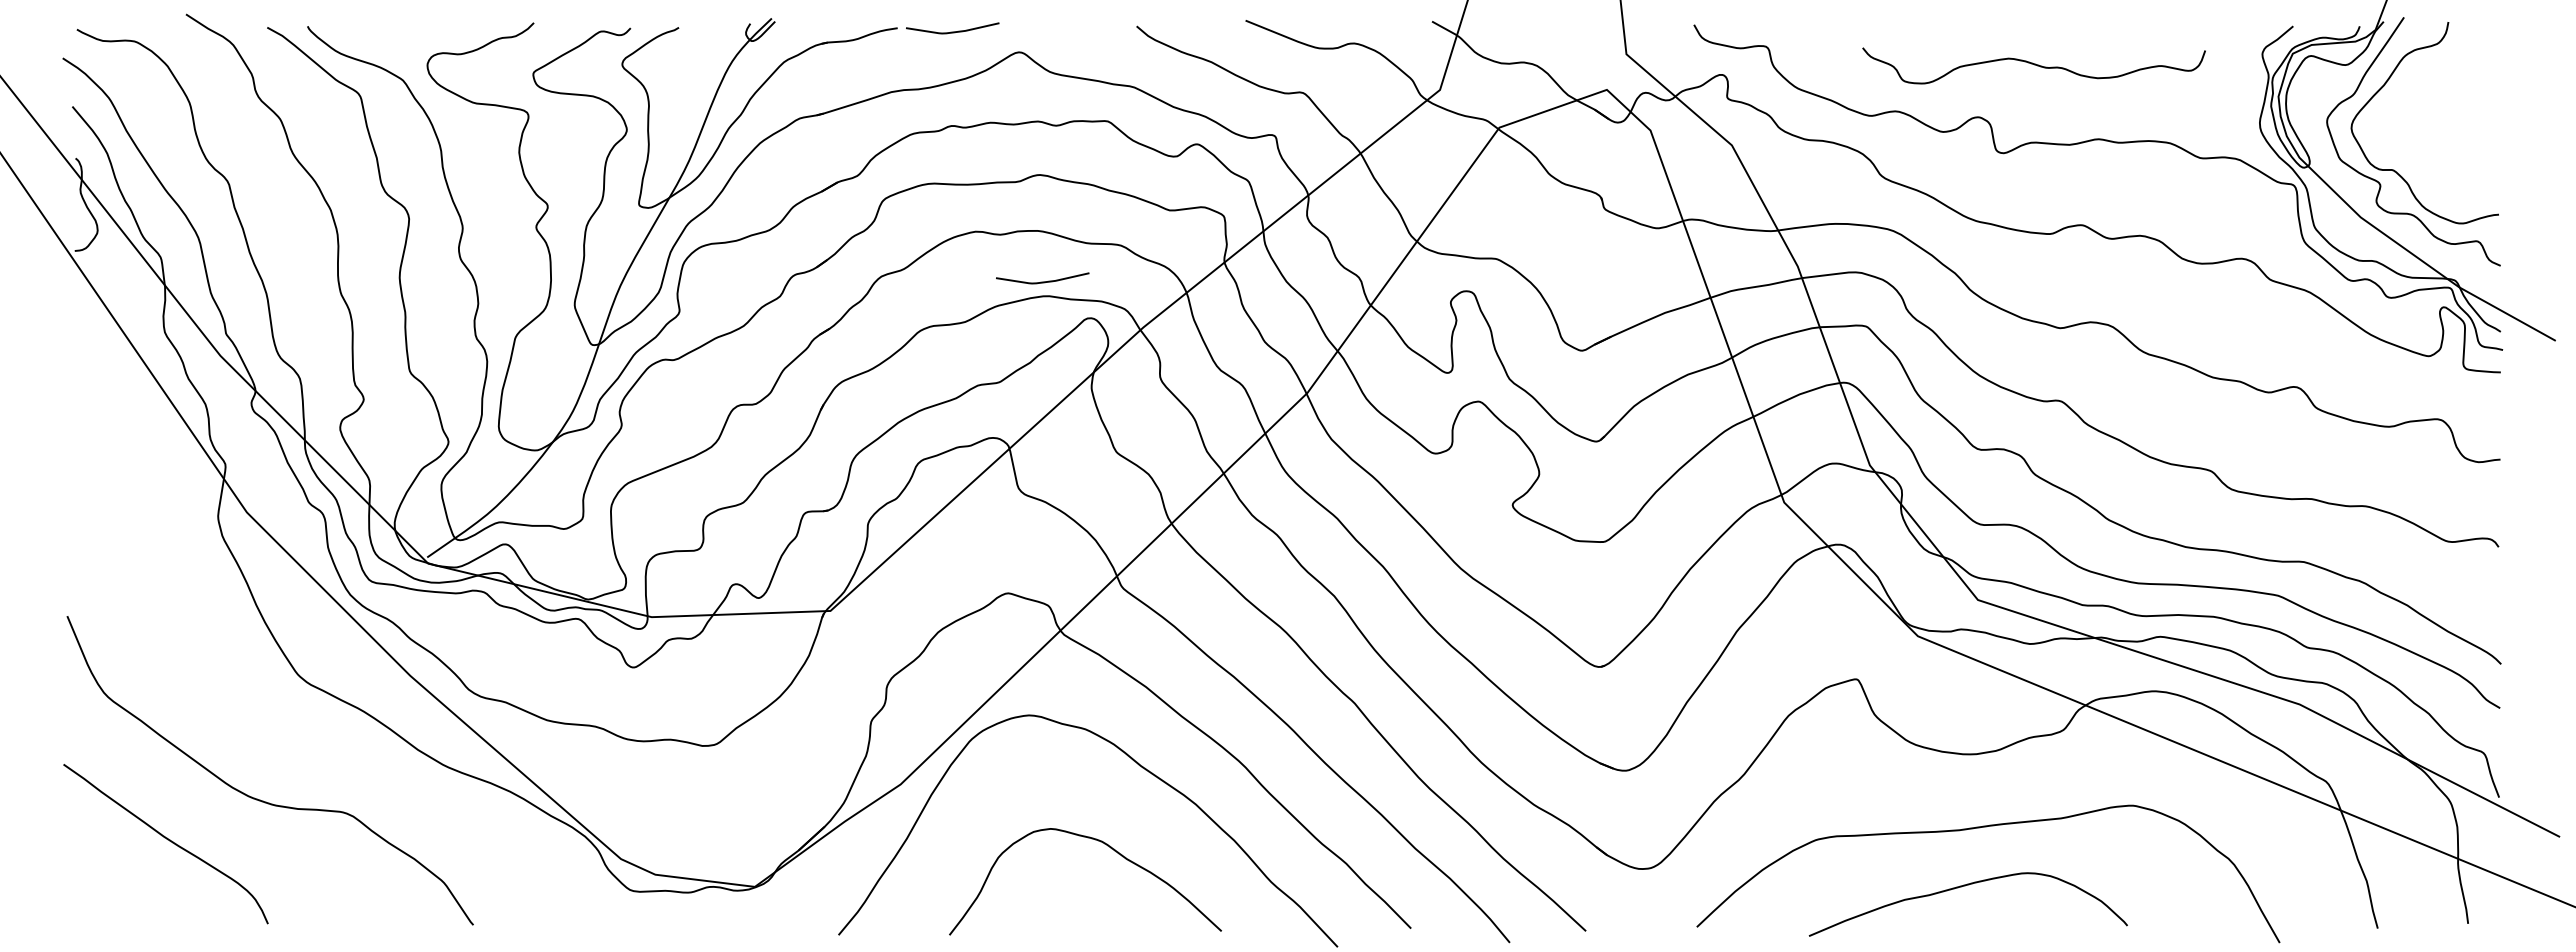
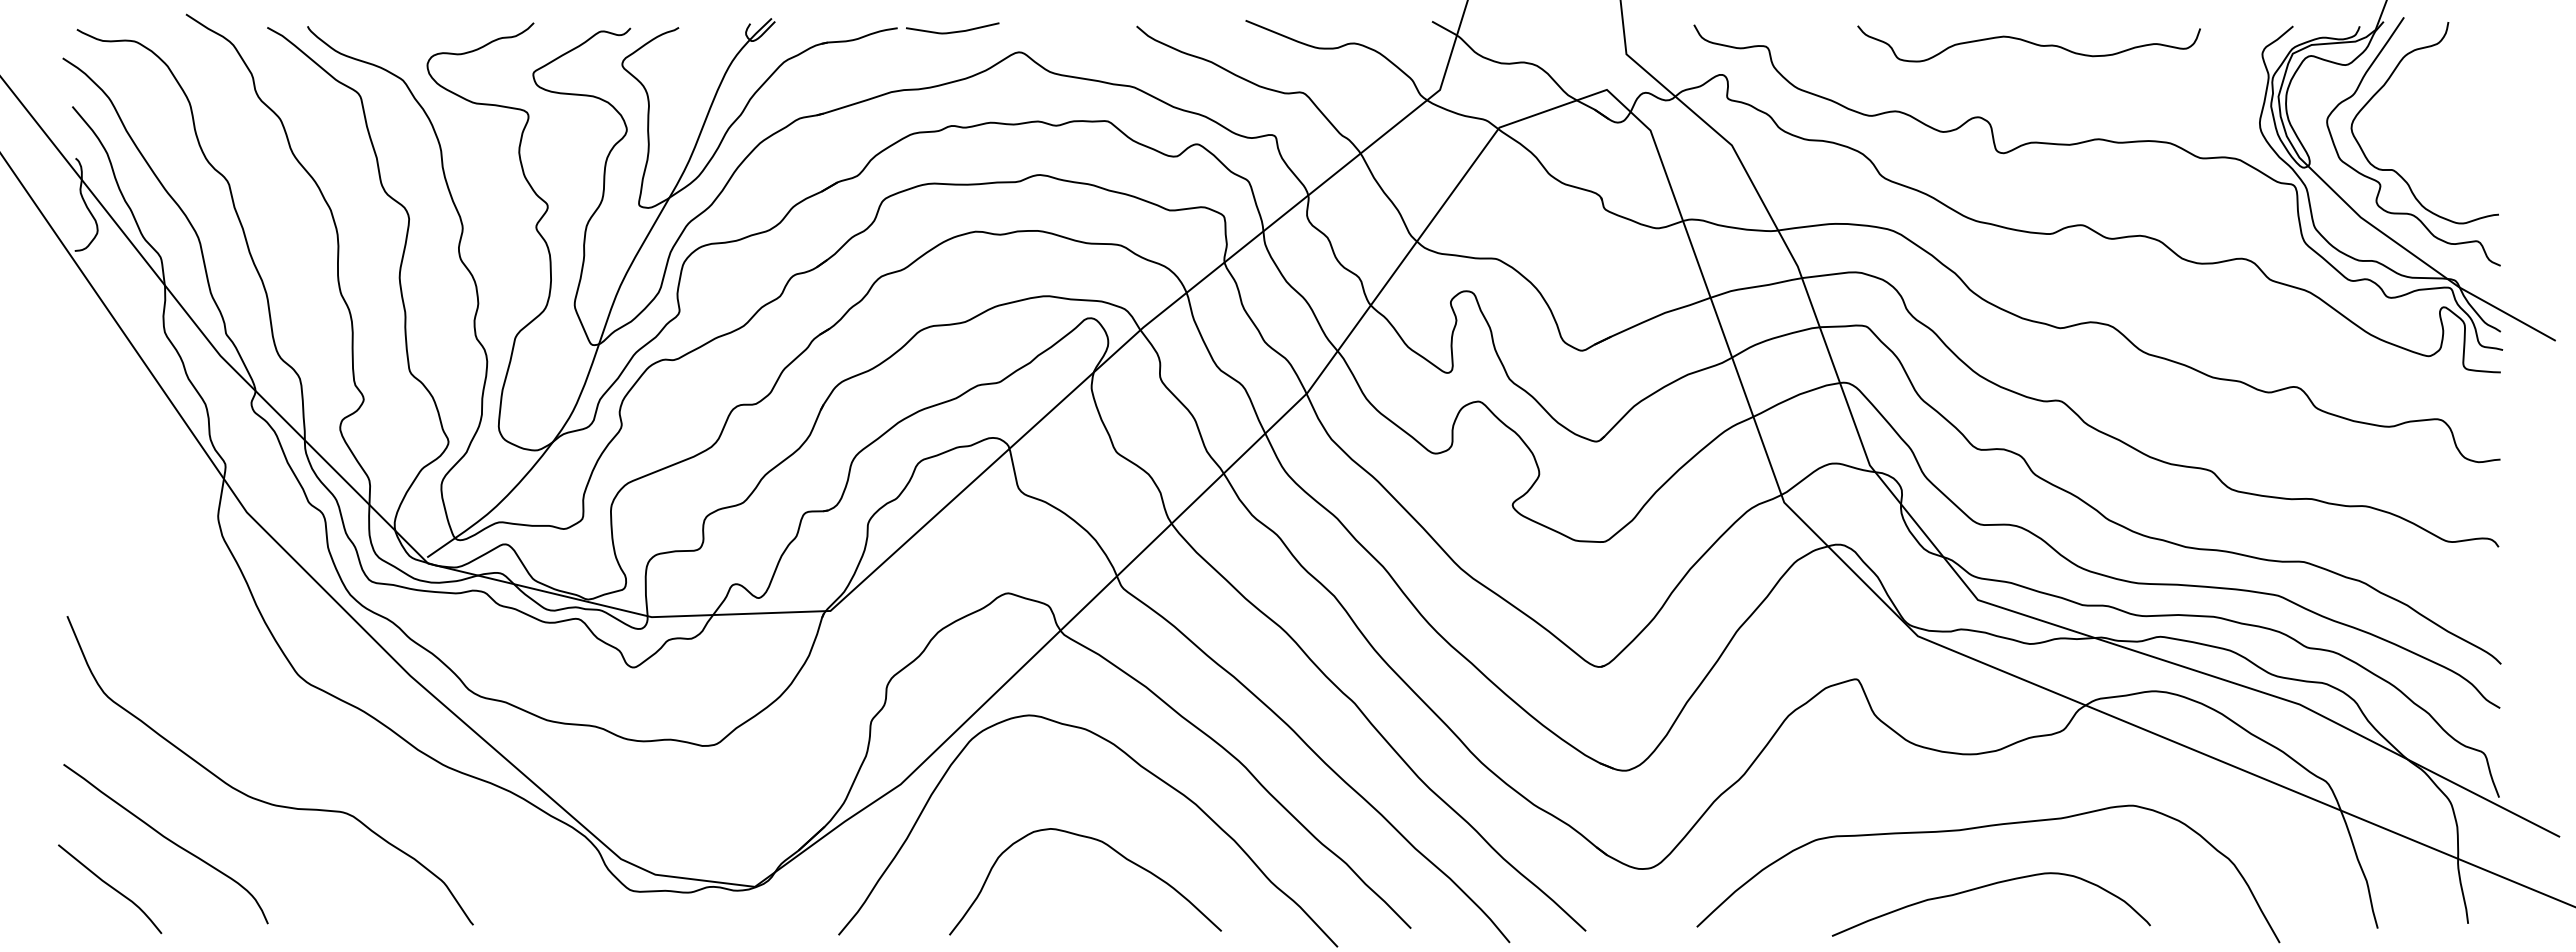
curve at (2033, 64) position: (2033, 64) -> (2028, 42)
curve at (1042, 281): present -> none
curve at (1961, 887) position: (1961, 887) -> (1984, 887)
curve at (111, 888): none -> present
